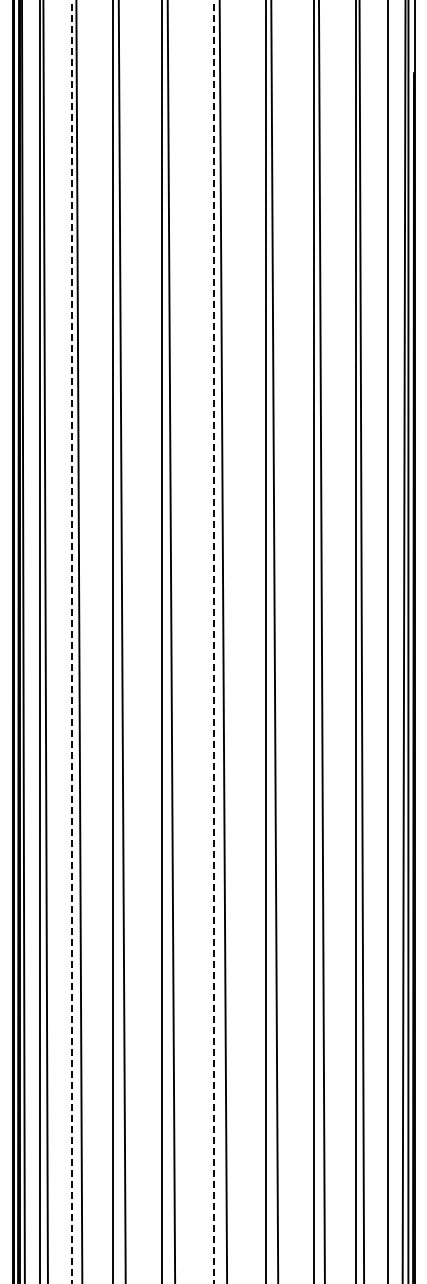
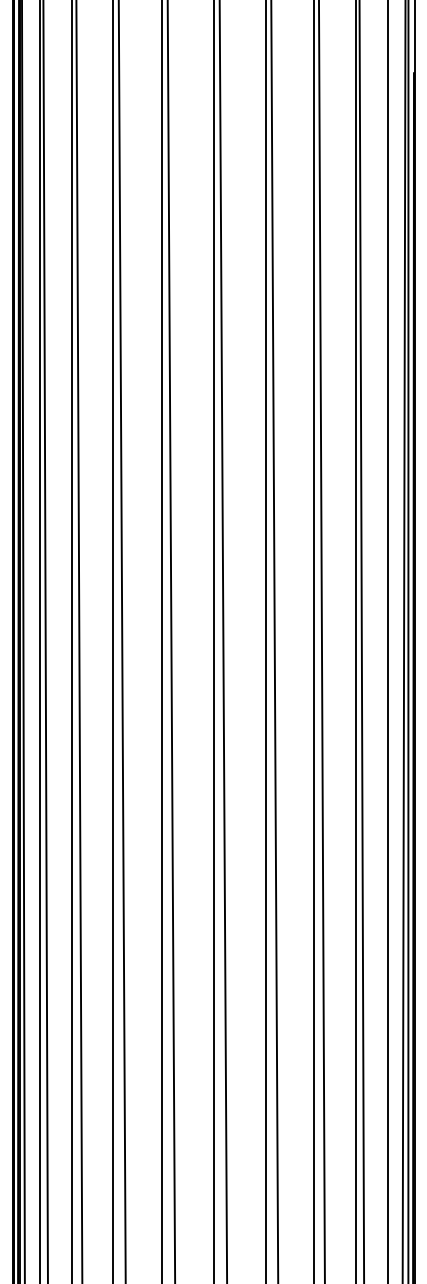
line at (213, 641): dashed -> solid
line at (71, 642): dashed -> solid
